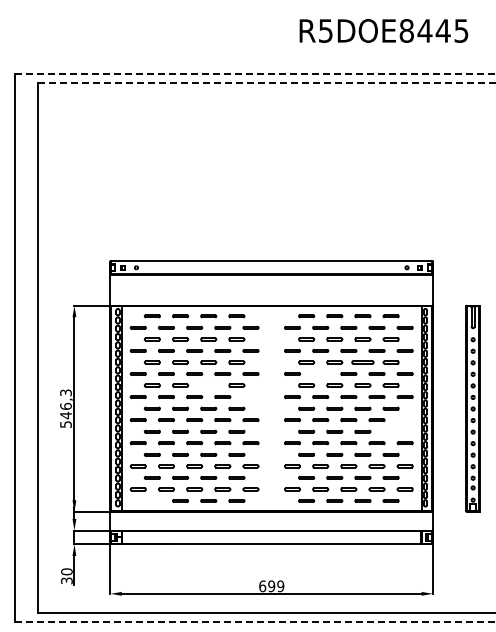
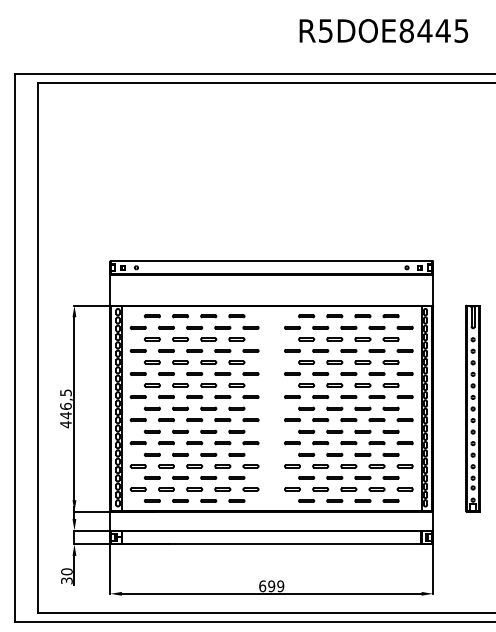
line at (255, 73): dashed -> solid
line at (266, 83): dashed -> solid
part at (362, 362) size: 24x5 px -> 18x5 px
line at (320, 373): none -> present
part at (208, 385): none -> present
line at (250, 396): none -> present
text at (65, 408): 546,3 -> 446,5
part at (397, 425): none -> present
line at (152, 500): none -> present
line at (255, 622): dashed -> solid
